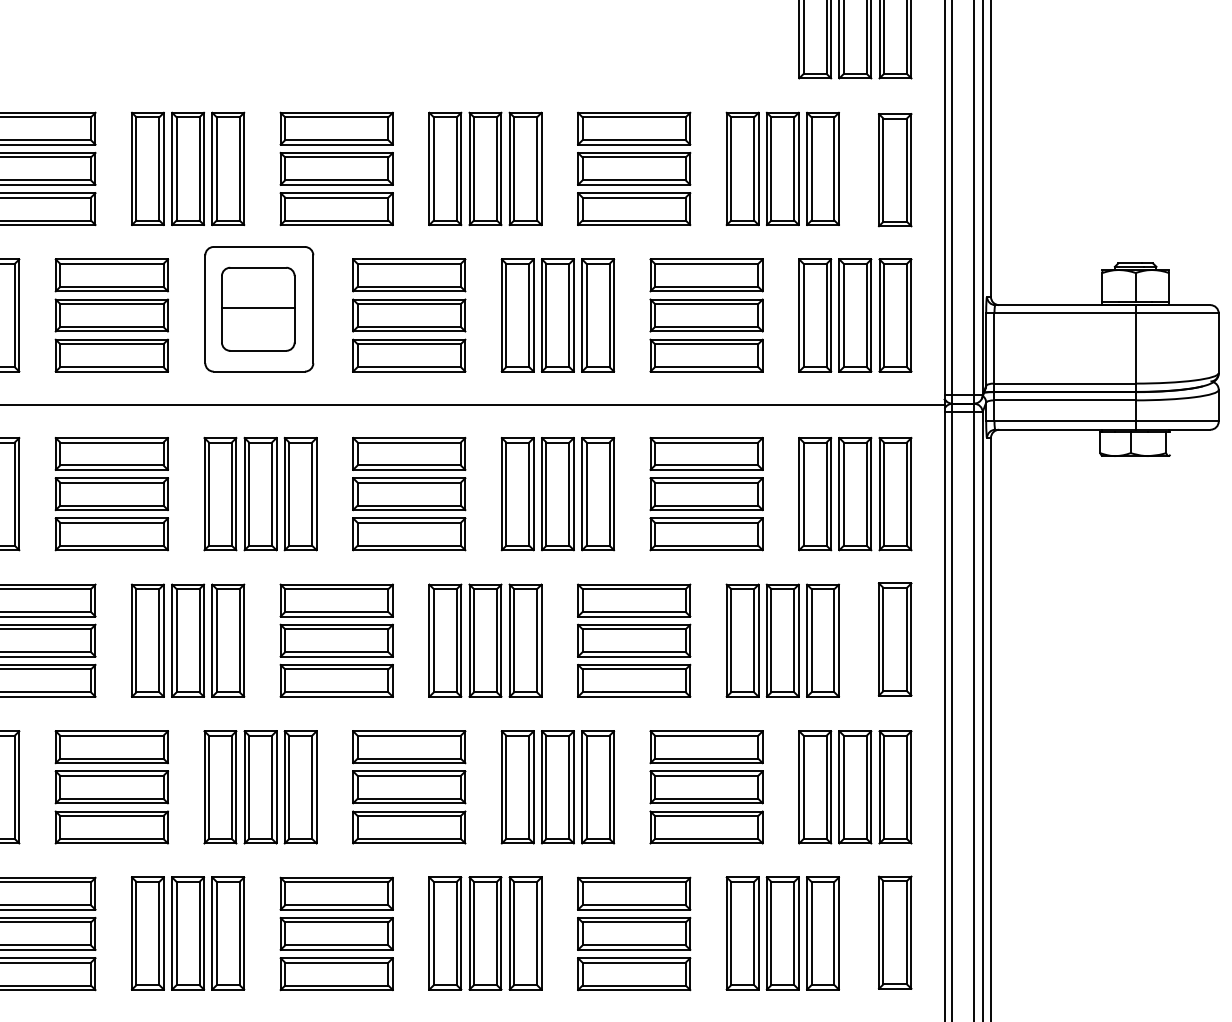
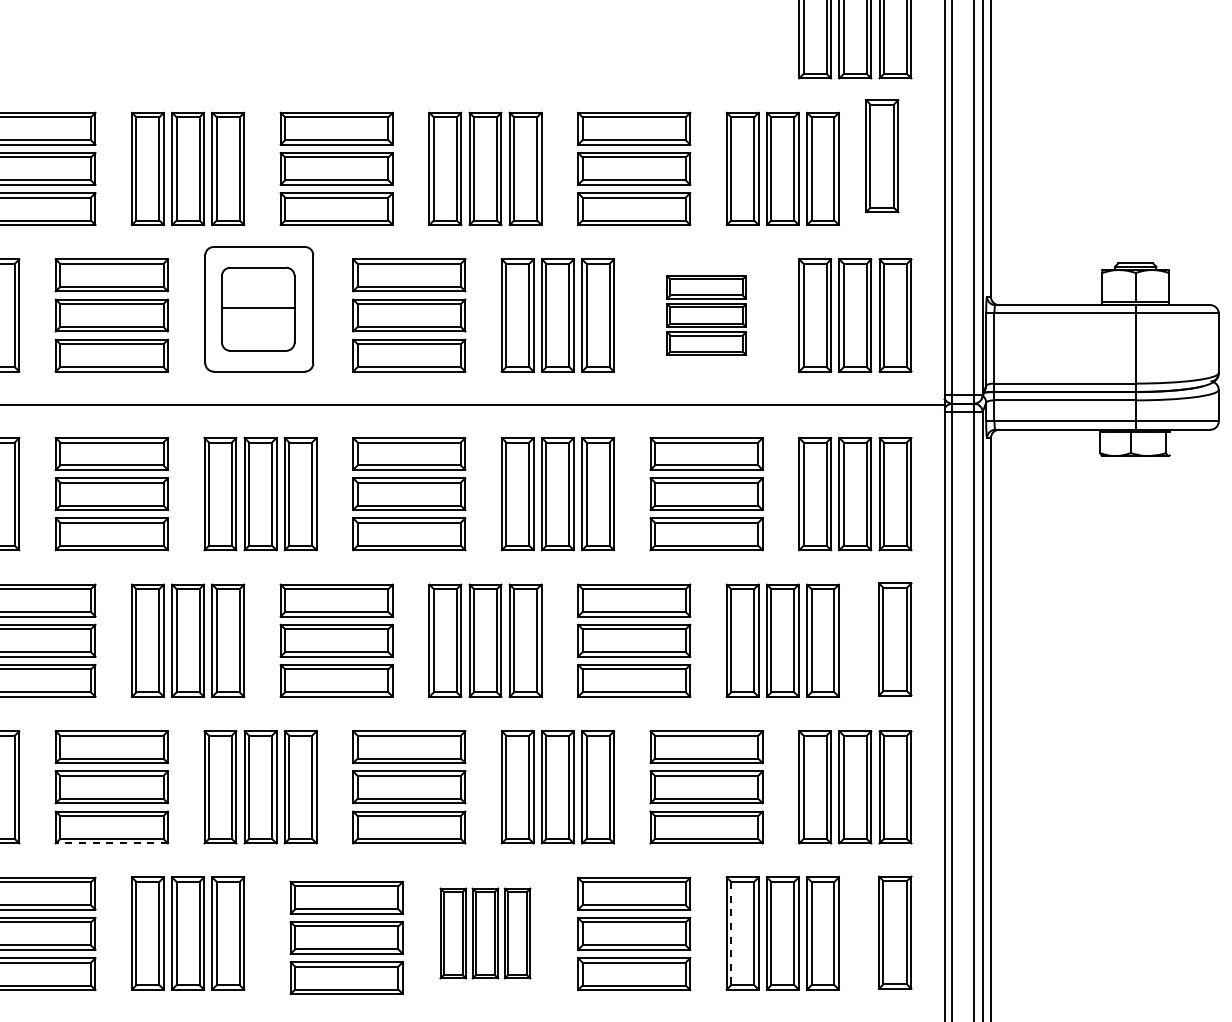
part at (895, 170) position: (895, 170) -> (882, 156)
part at (706, 315) size: 115x115 px -> 81x81 px
line at (111, 843): solid -> dashed
part at (336, 933) position: (336, 933) -> (346, 937)
part at (485, 933) size: 115x115 px -> 93x93 px
line at (731, 933): solid -> dashed
